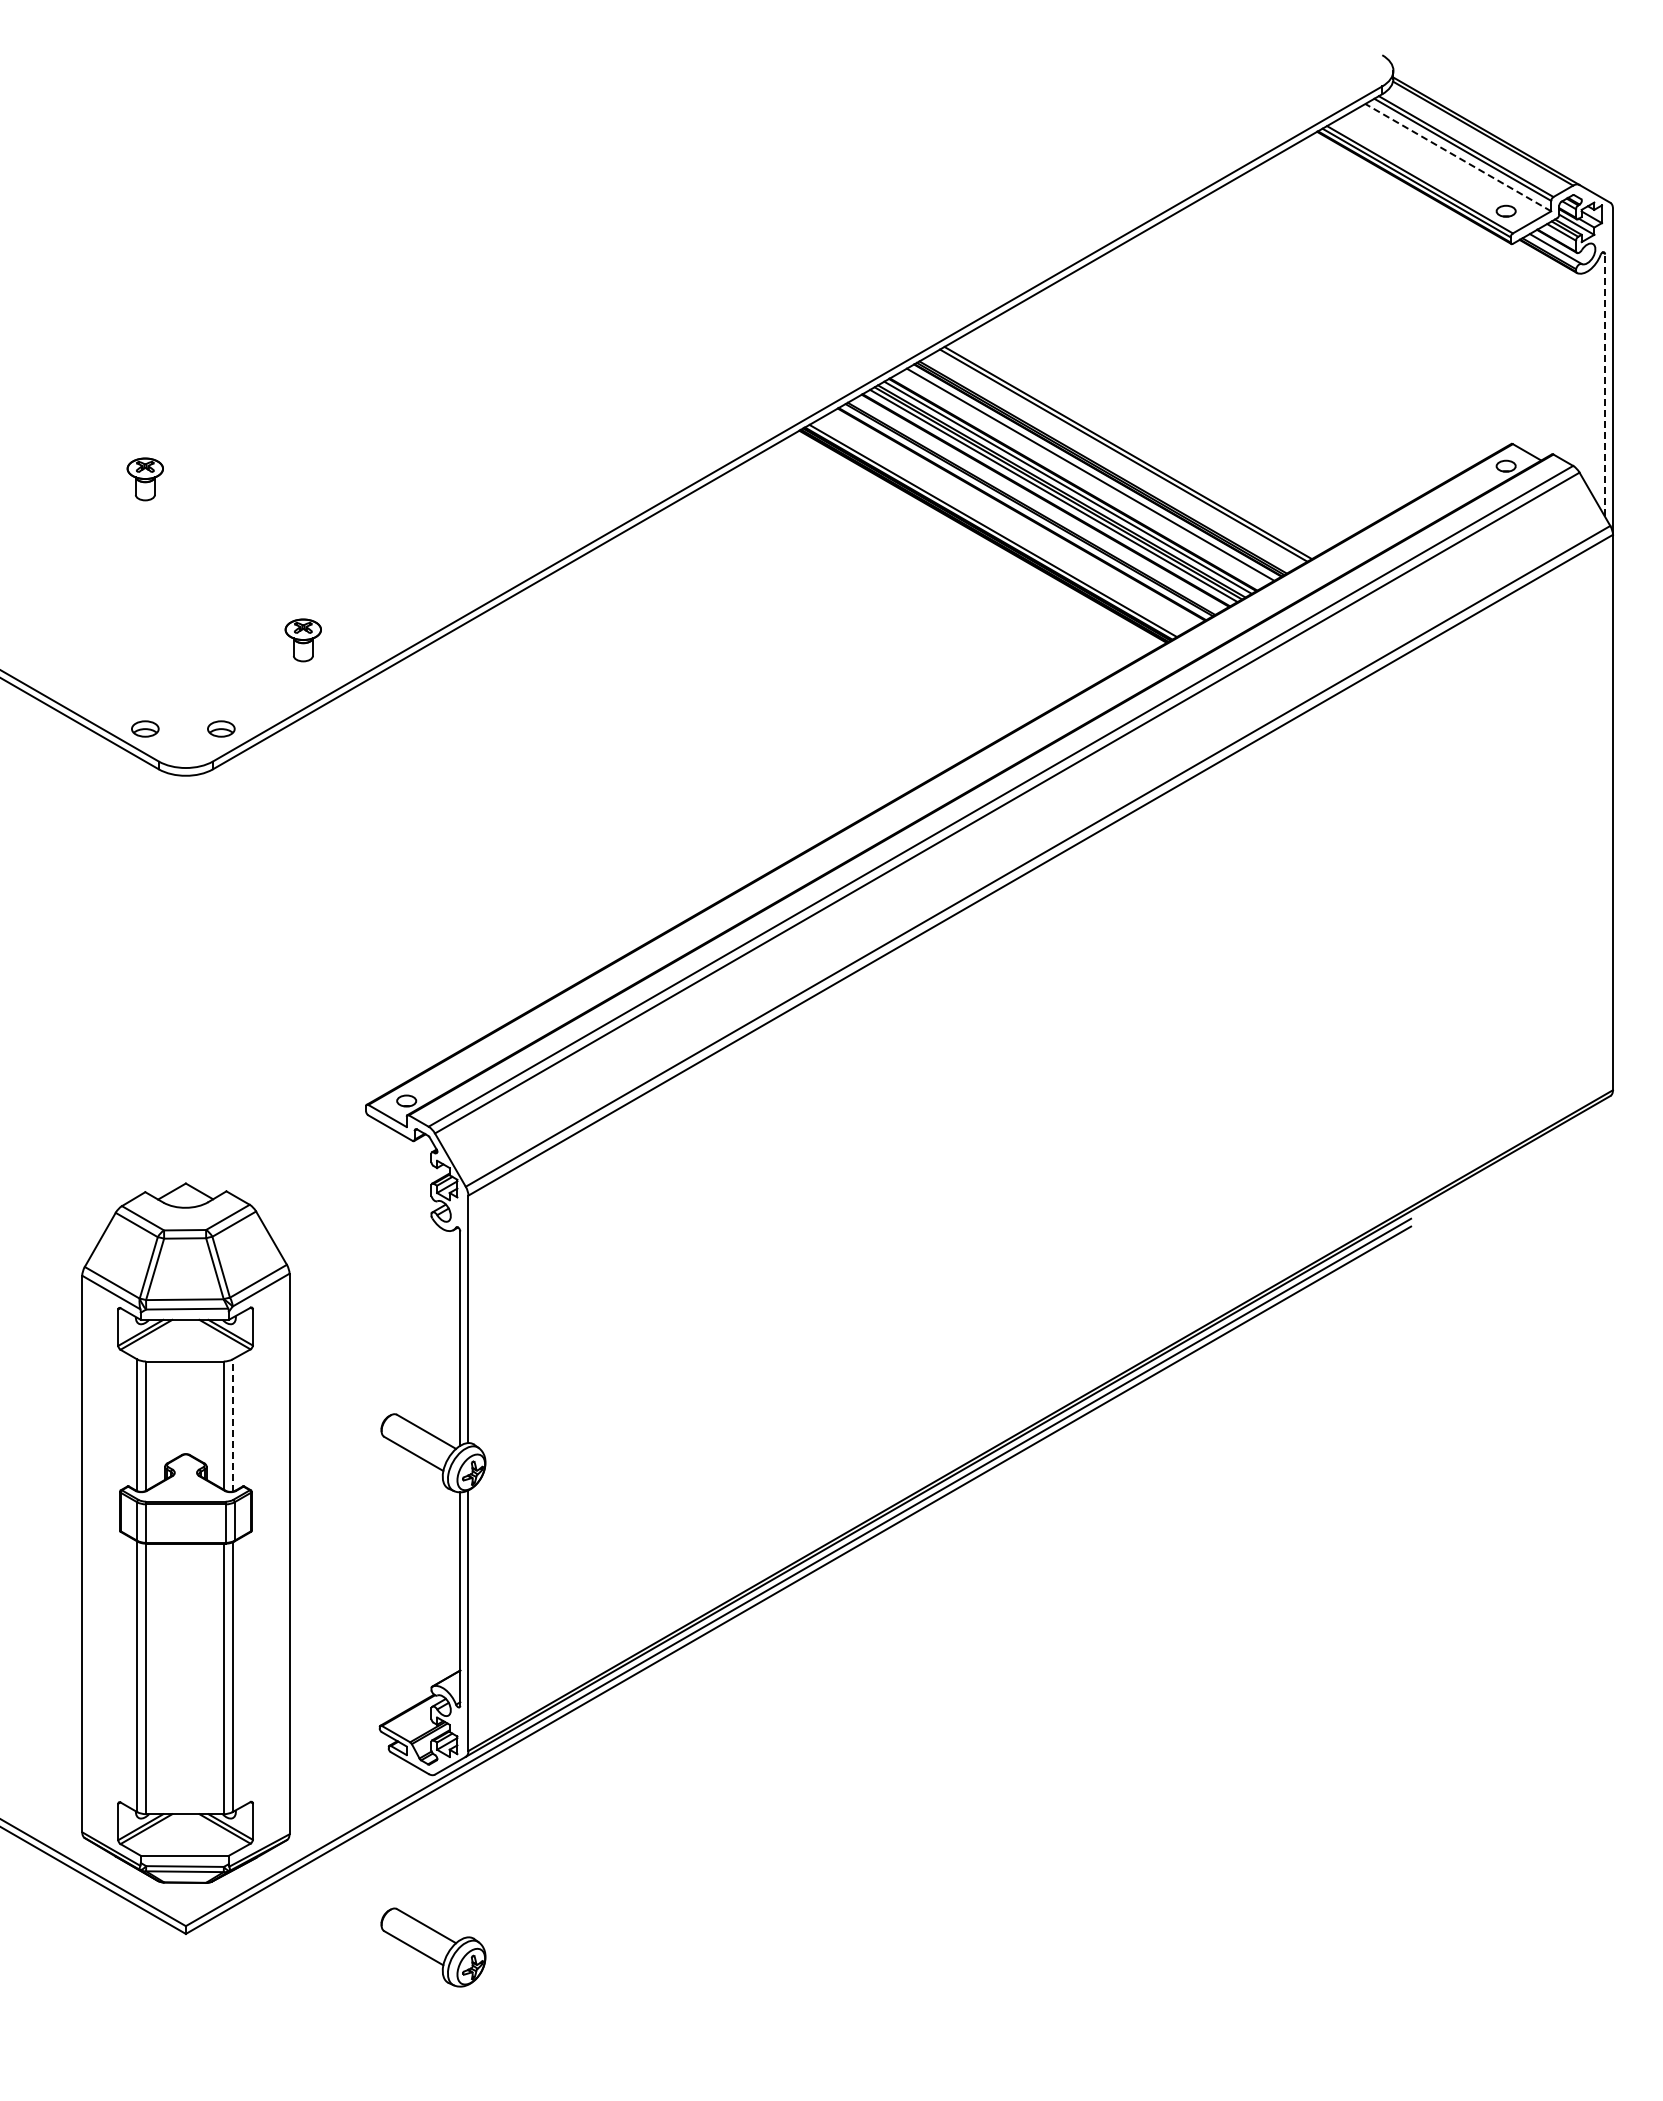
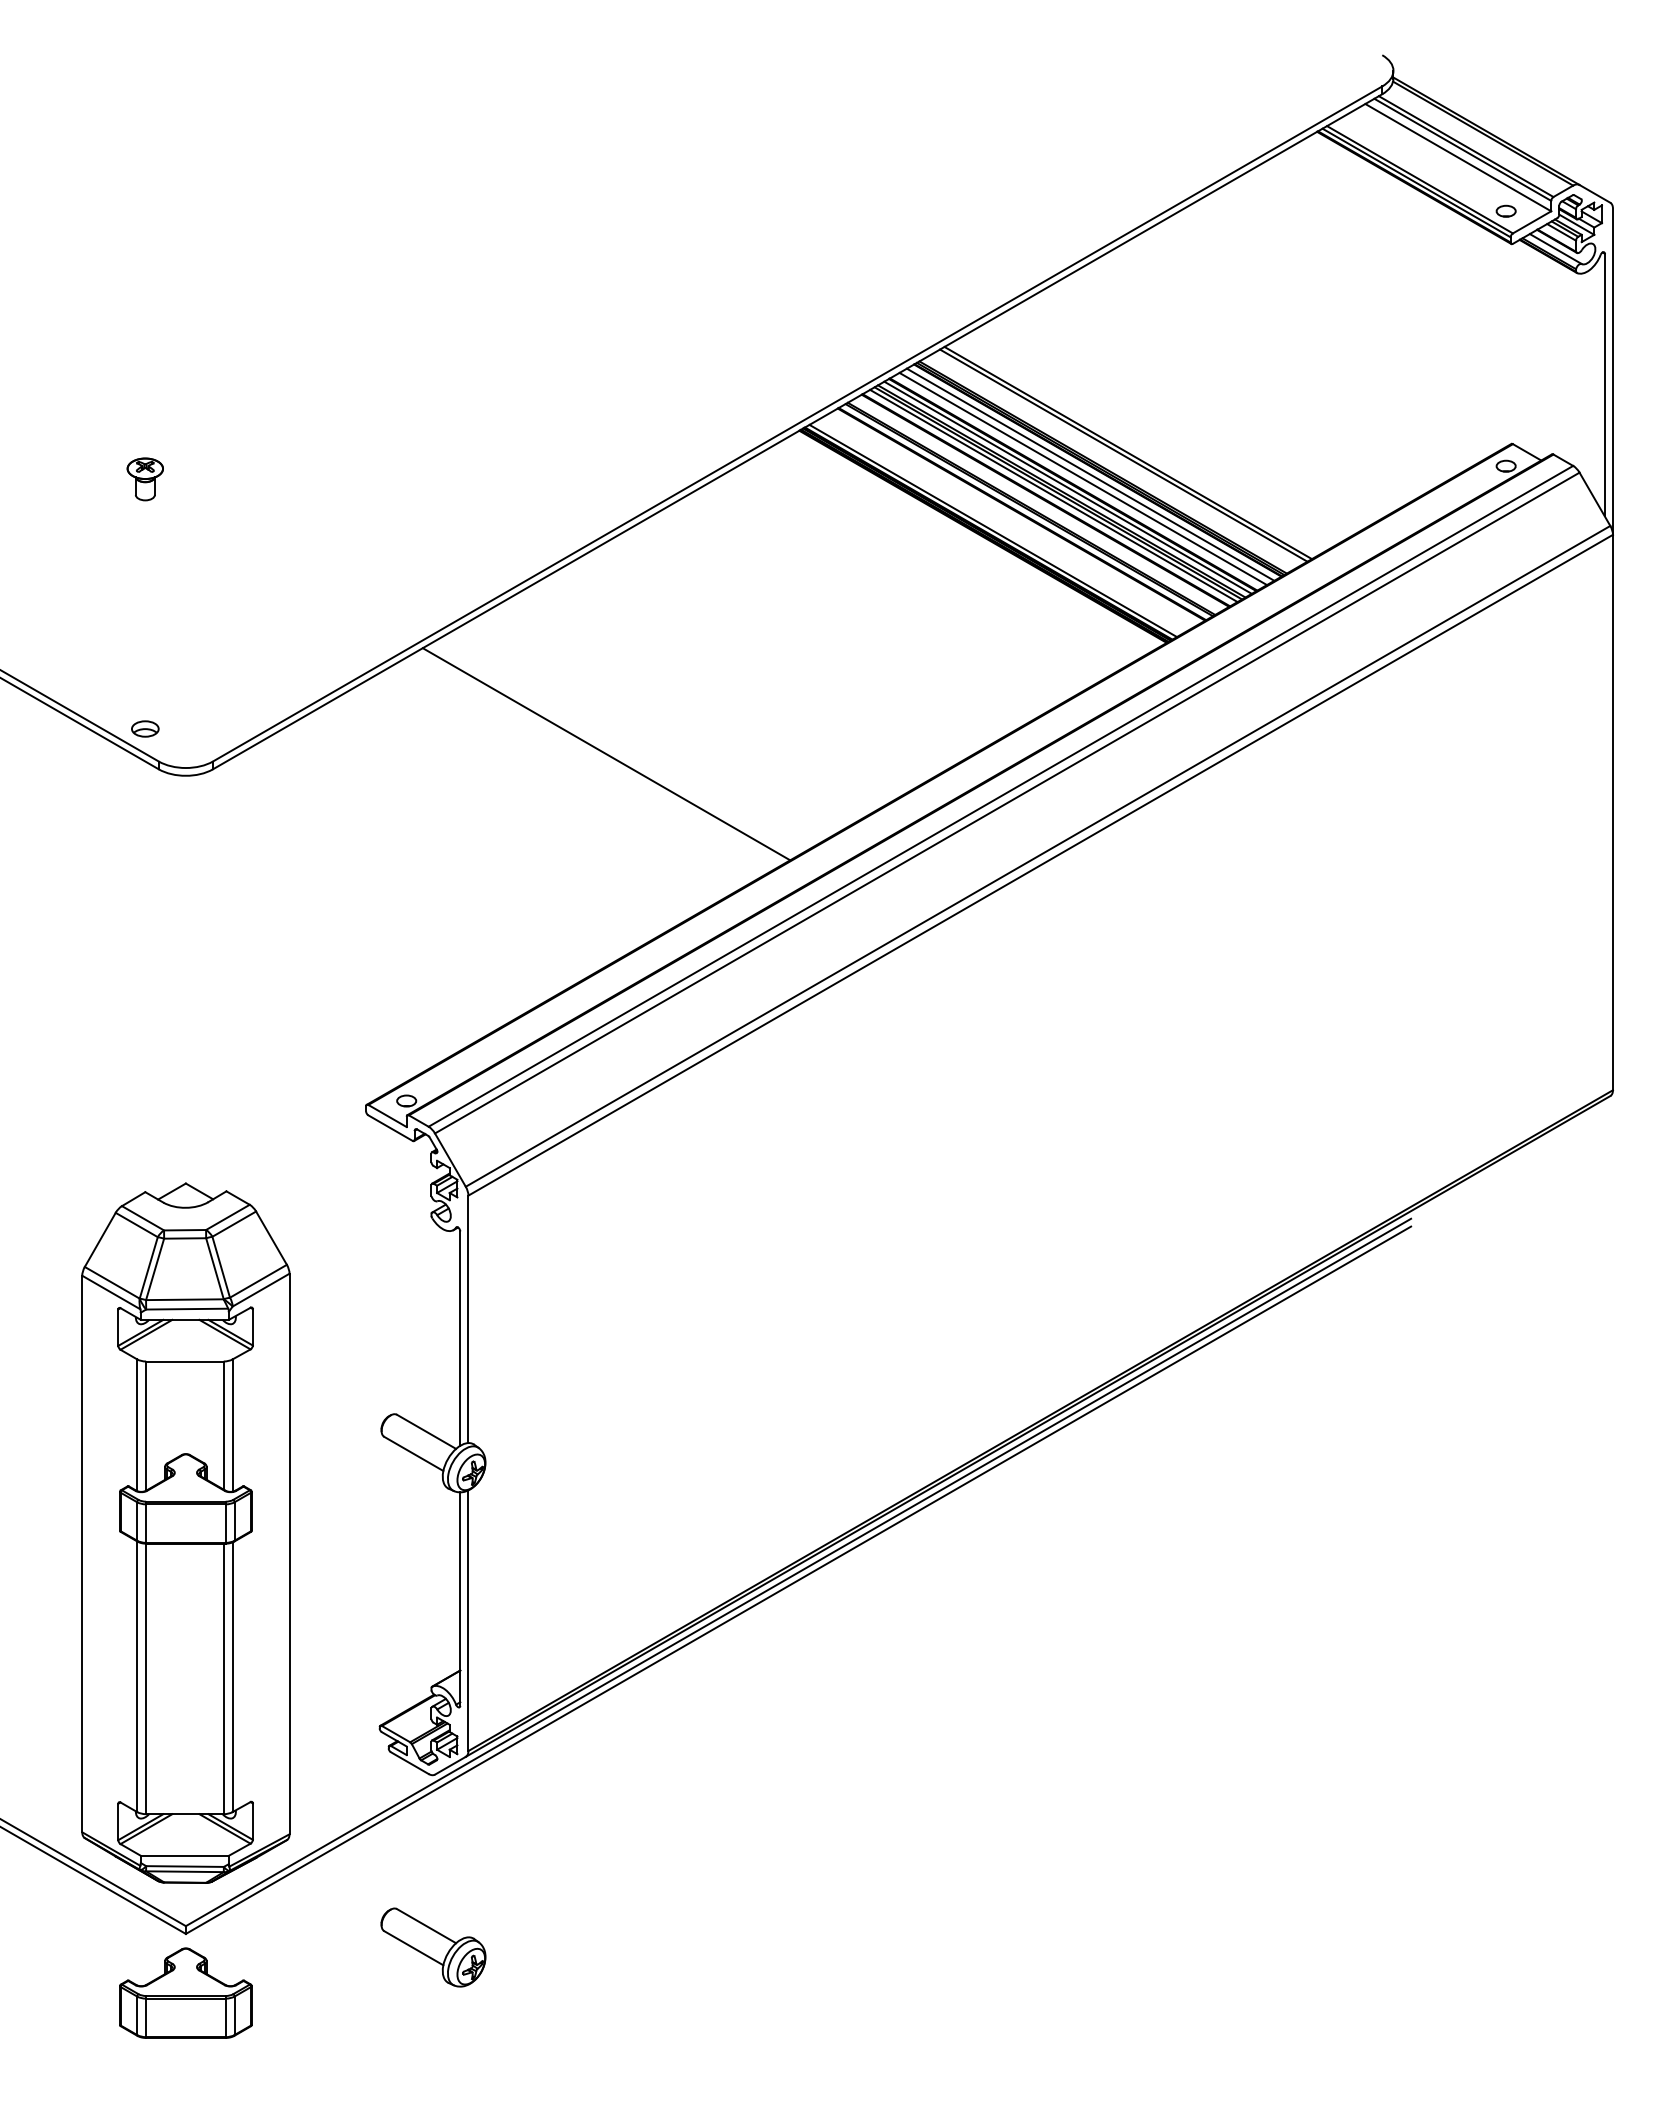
line at (1457, 157): dashed -> solid
line at (1604, 384): dashed -> solid
line at (1083, 478): none -> present
part at (302, 640): present -> none
part at (221, 728): present -> none
line at (606, 754): none -> present
line at (232, 1425): dashed -> solid
part at (185, 1992): none -> present
